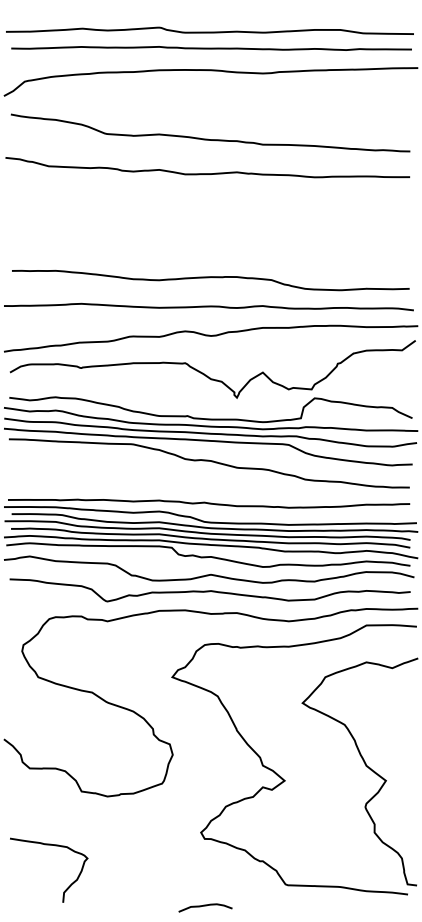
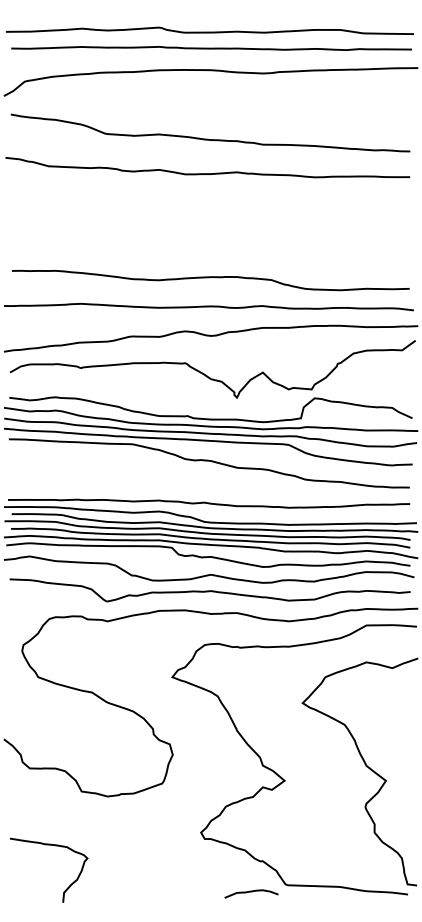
curve at (205, 906) position: (205, 906) -> (251, 892)
